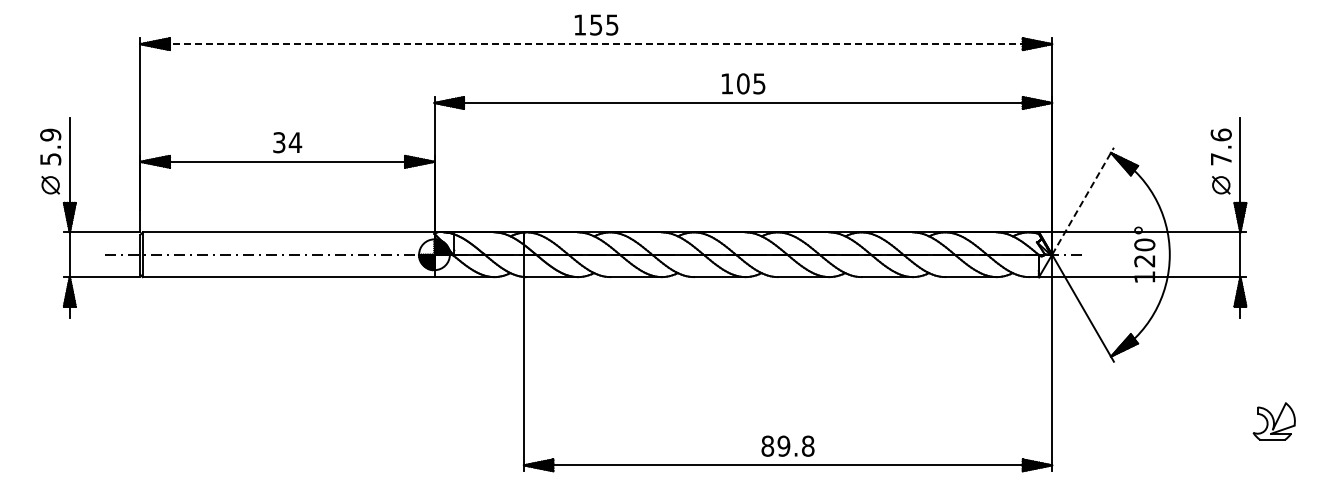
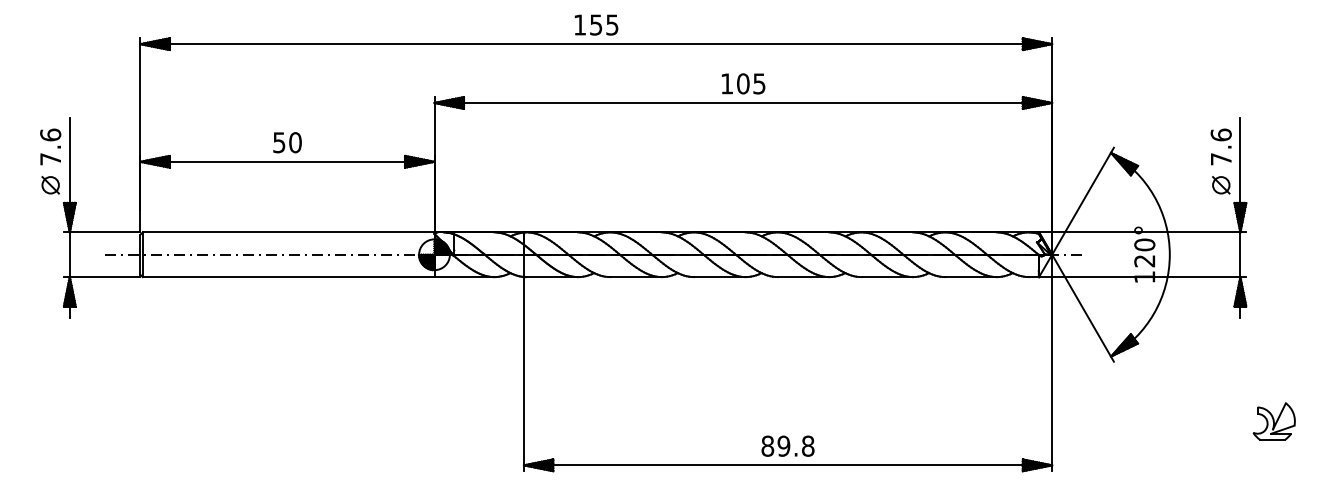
line at (596, 44): dashed -> solid
text at (287, 142): 34 -> 50
text at (50, 146): 5.9 -> 7.6
line at (1083, 201): dashed -> solid
